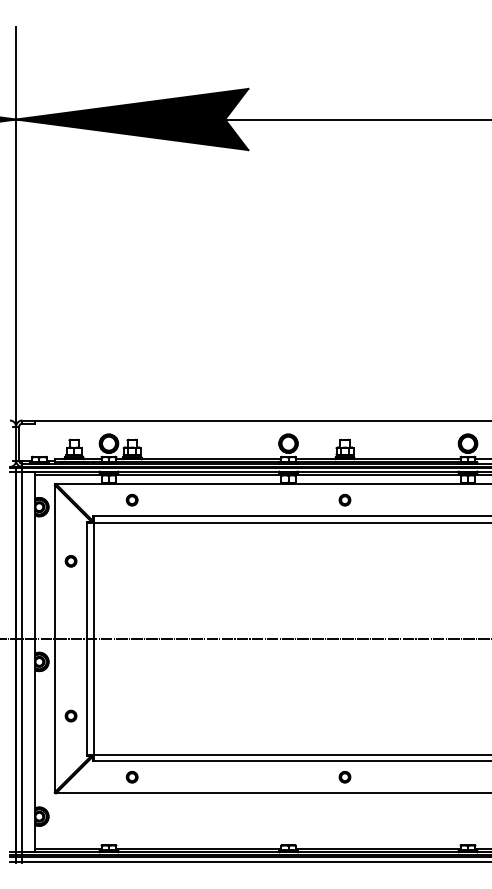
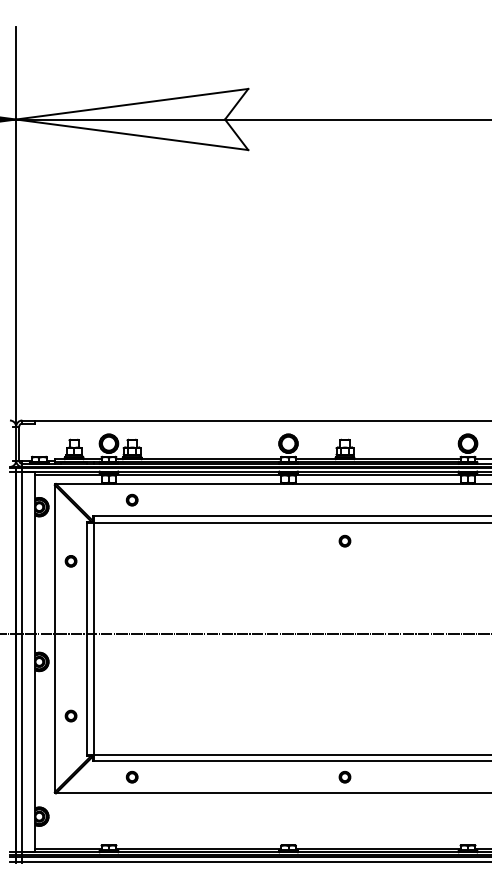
fill at (132, 119): present -> none
part at (344, 499) position: (344, 499) -> (344, 540)
line at (245, 638) position: (245, 638) -> (245, 633)
